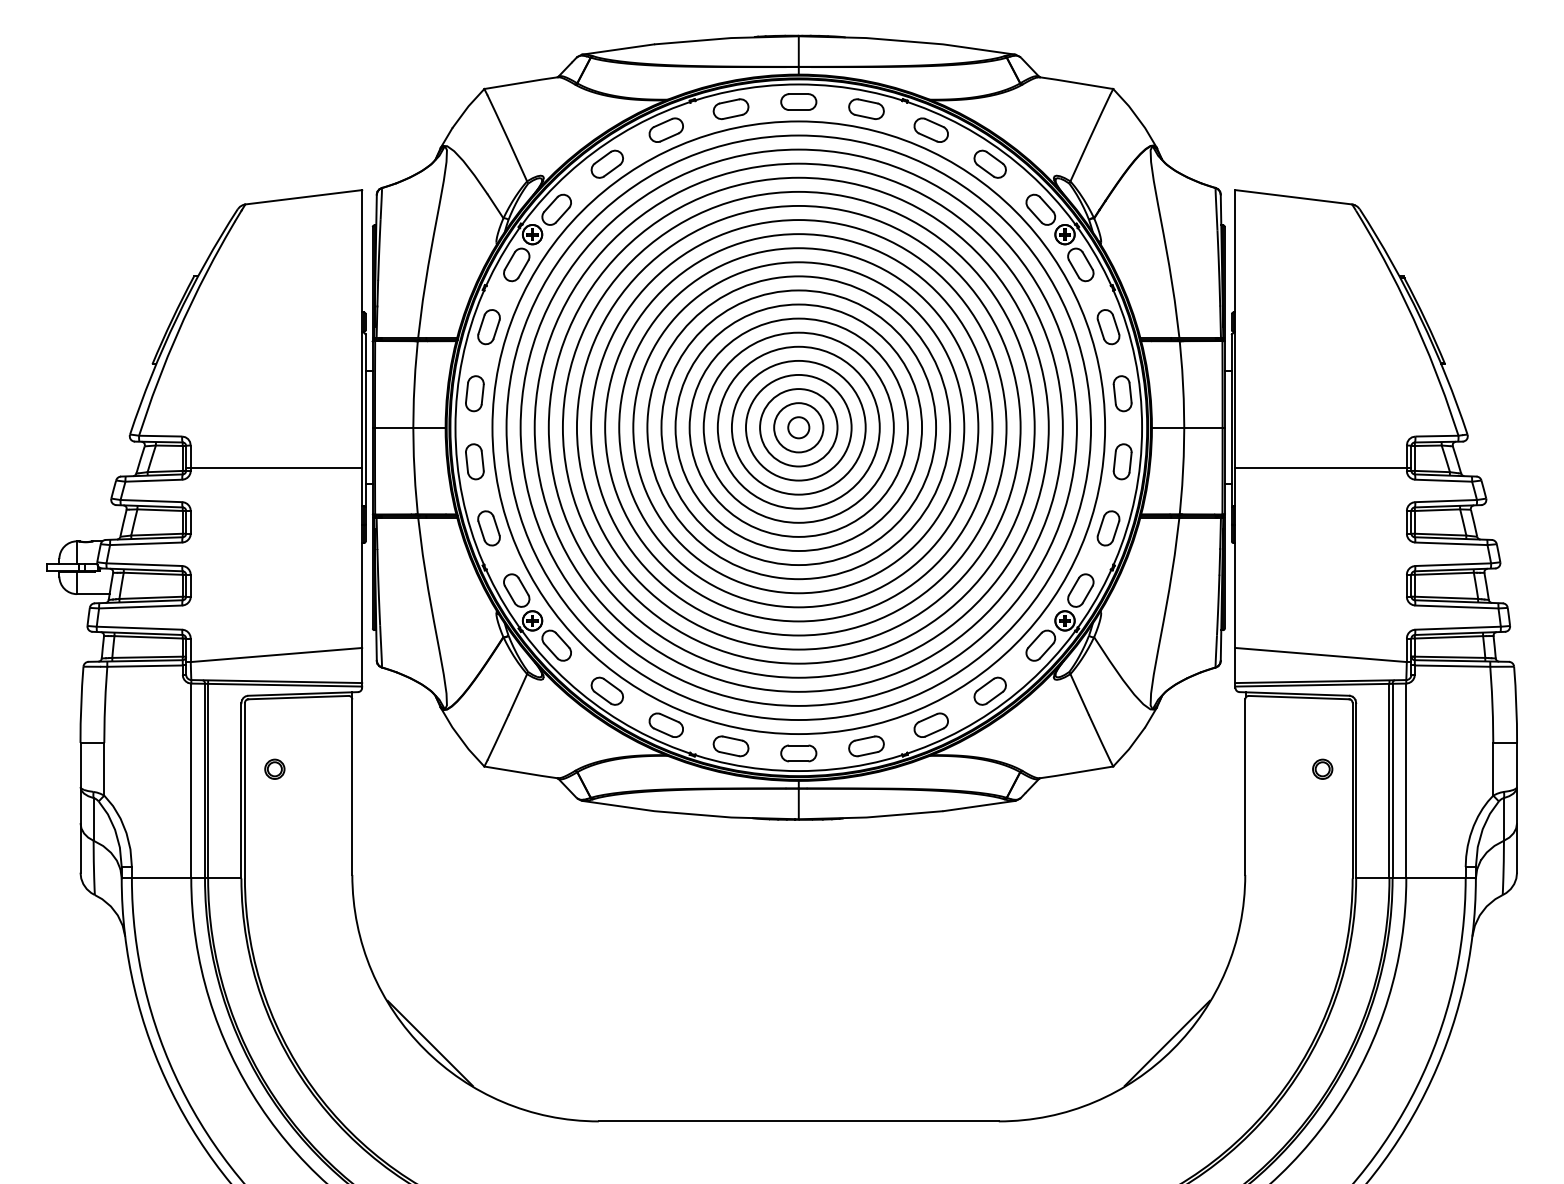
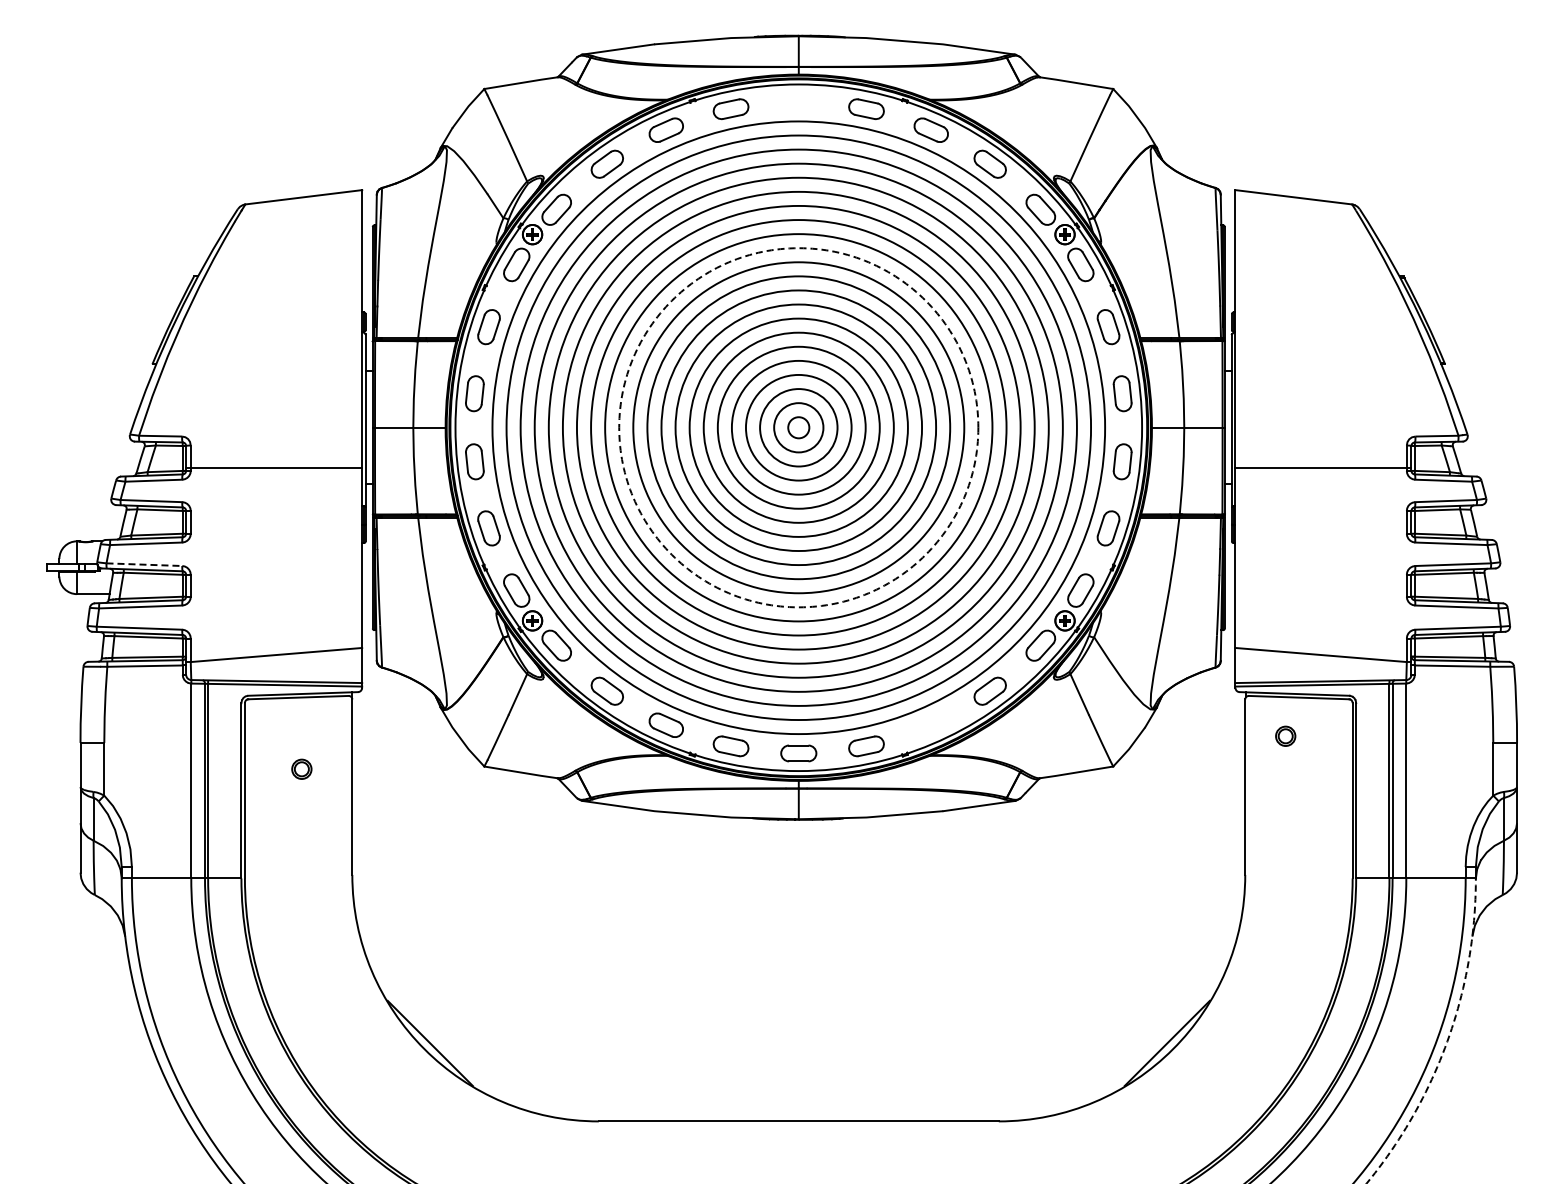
part at (798, 101): present -> none
circle at (798, 427): solid -> dashed
line at (144, 564): solid -> dashed
part at (930, 724): present -> none
part at (274, 768) position: (274, 768) -> (301, 768)
part at (1322, 768) position: (1322, 768) -> (1285, 735)
arc at (1447, 1040): solid -> dashed
